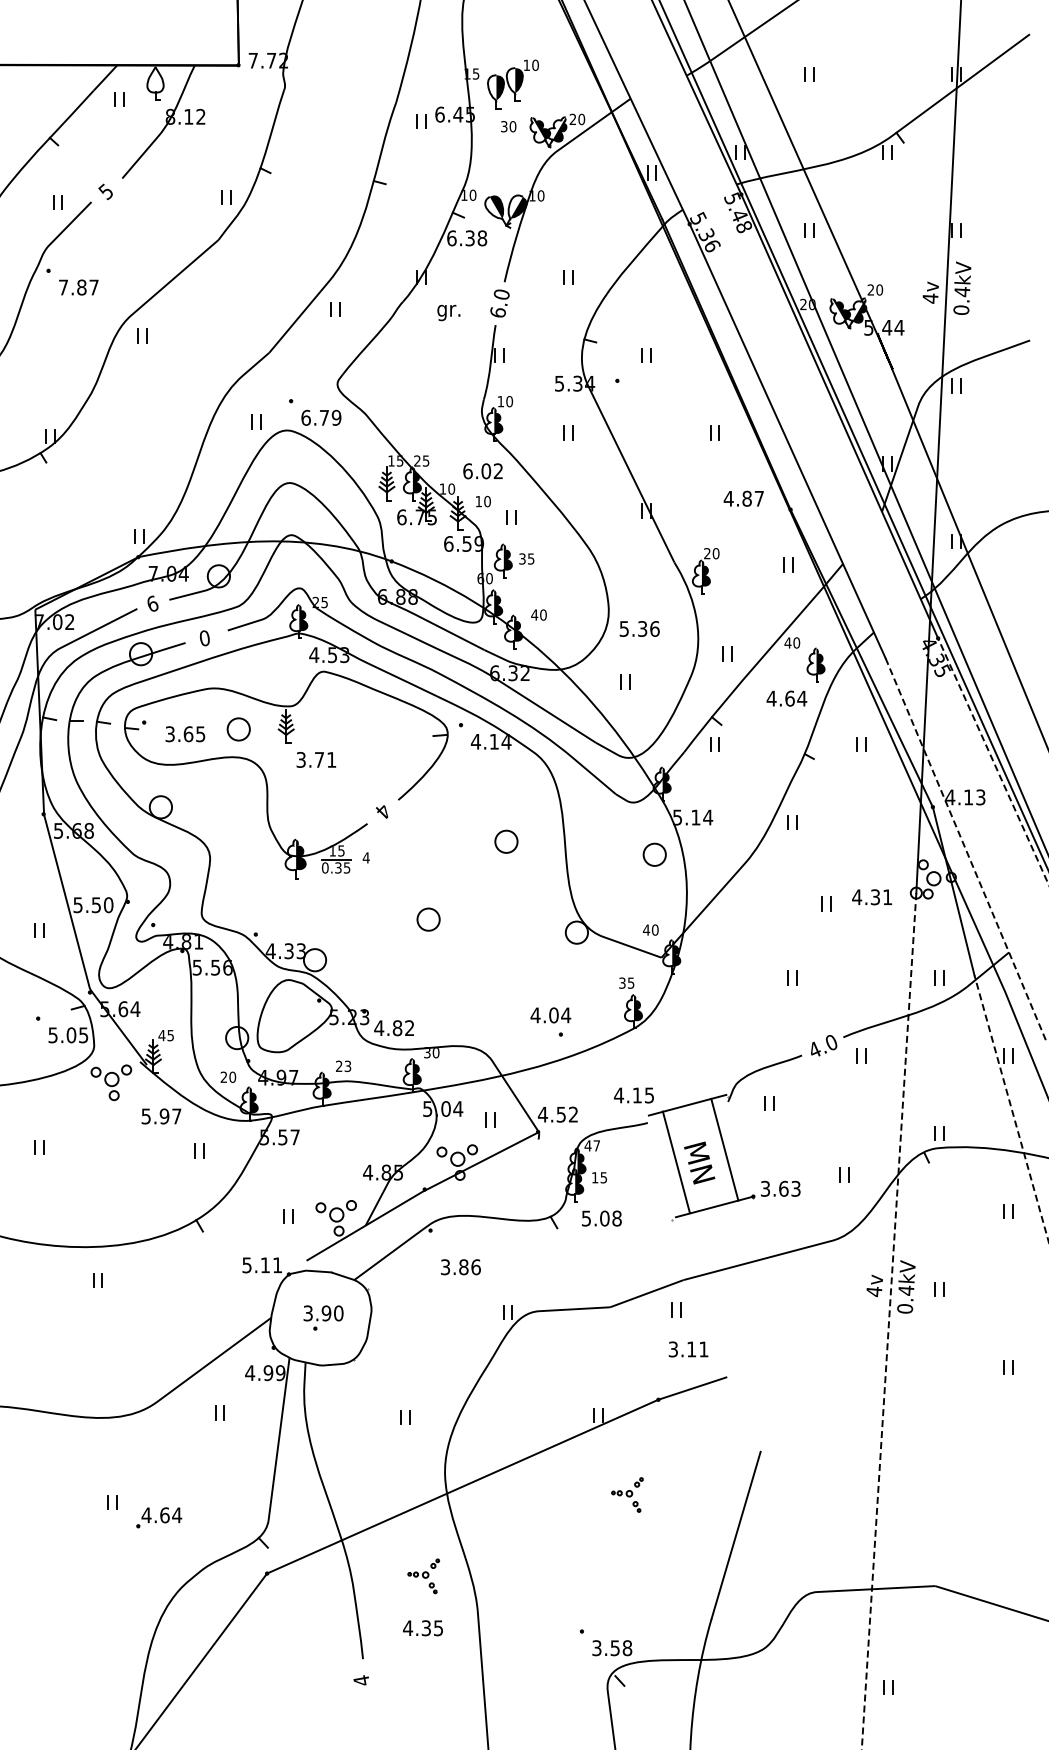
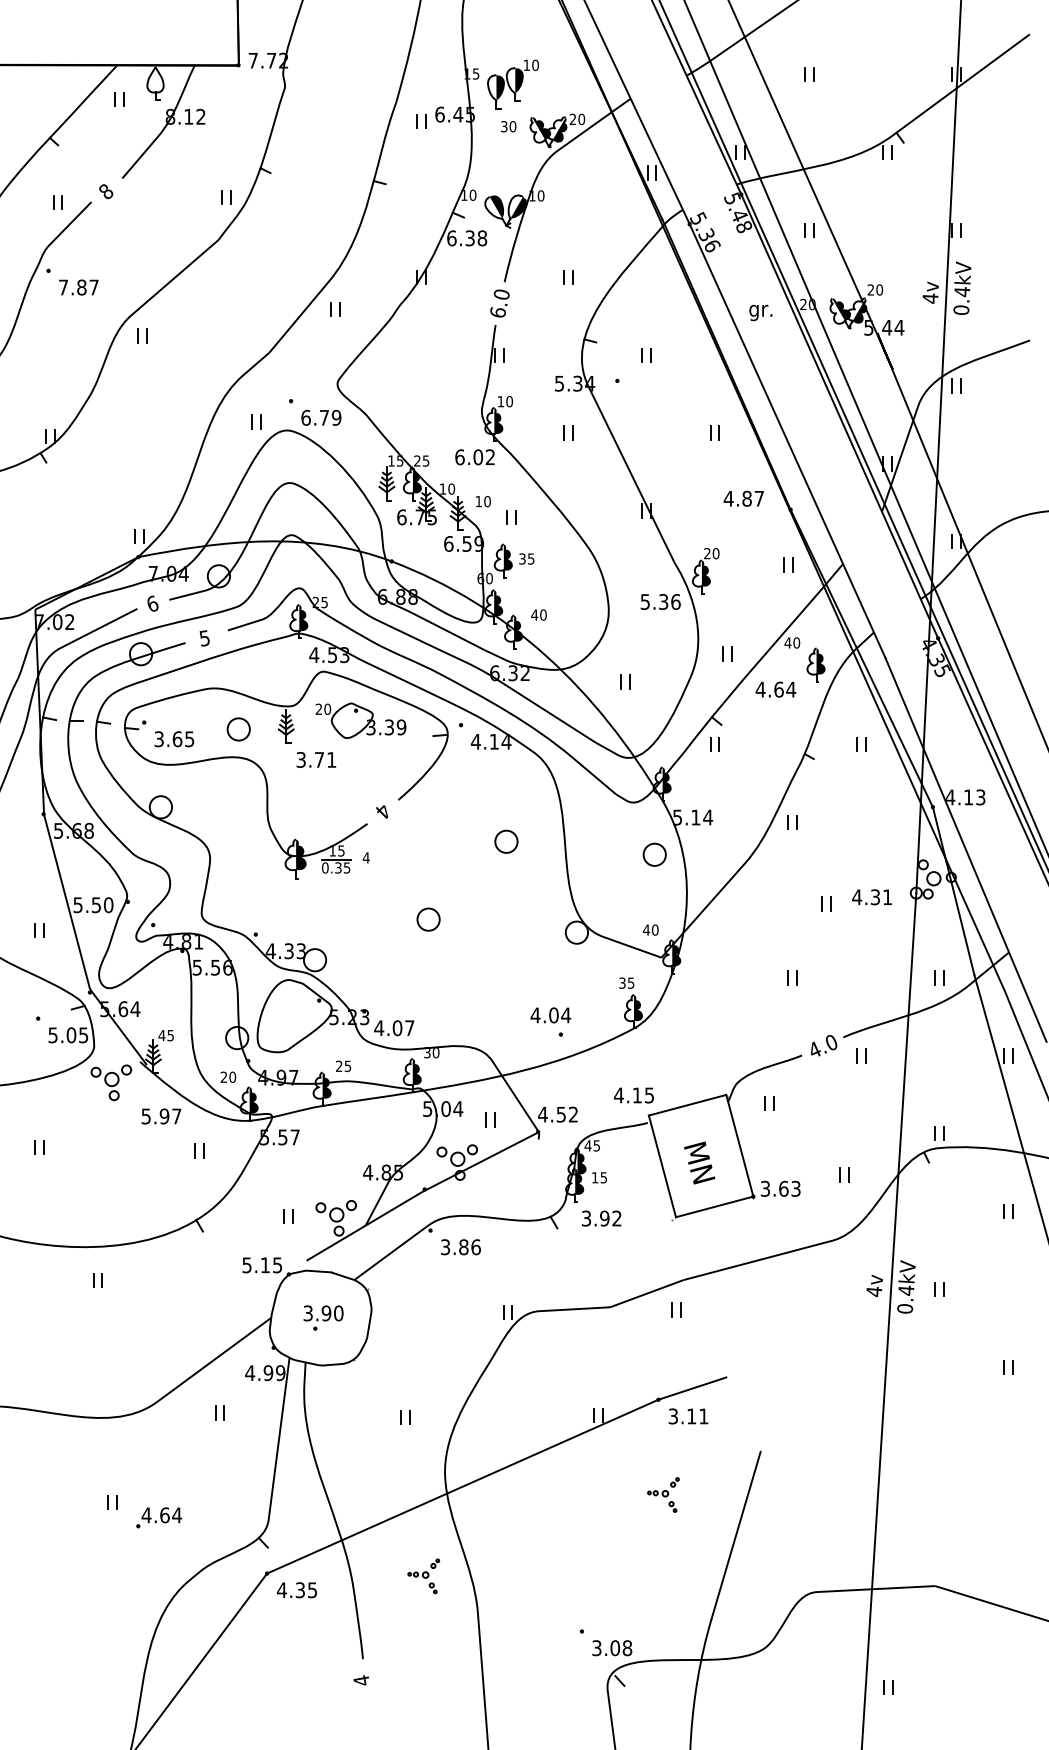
text at (105, 191): 5 -> 8
text at (448, 312) position: (448, 312) -> (760, 312)
text at (482, 471) position: (482, 471) -> (474, 457)
text at (639, 628) position: (639, 628) -> (660, 601)
text at (204, 638): 0 -> 5
text at (786, 698) position: (786, 698) -> (775, 689)
part at (360, 720): none -> present
text at (185, 734) position: (185, 734) -> (174, 739)
line at (993, 761): dashed -> solid
line at (966, 850): dashed -> solid
text at (403, 1027): 4.82 -> 4.07
text at (348, 1065): 23 -> 25
line at (1011, 1108): dashed -> solid
text at (596, 1145): 47 -> 45
line at (724, 1149) position: (724, 1149) -> (739, 1145)
line at (675, 1162) position: (675, 1162) -> (661, 1166)
text at (601, 1218): 5.08 -> 3.92
text at (277, 1265): 5.11 -> 5.15
text at (460, 1267) position: (460, 1267) -> (460, 1247)
line at (889, 1321): dashed -> solid
text at (688, 1349) position: (688, 1349) -> (688, 1416)
part at (627, 1494) position: (627, 1494) -> (663, 1494)
text at (422, 1628) position: (422, 1628) -> (296, 1590)
text at (615, 1648): 3.58 -> 3.08
